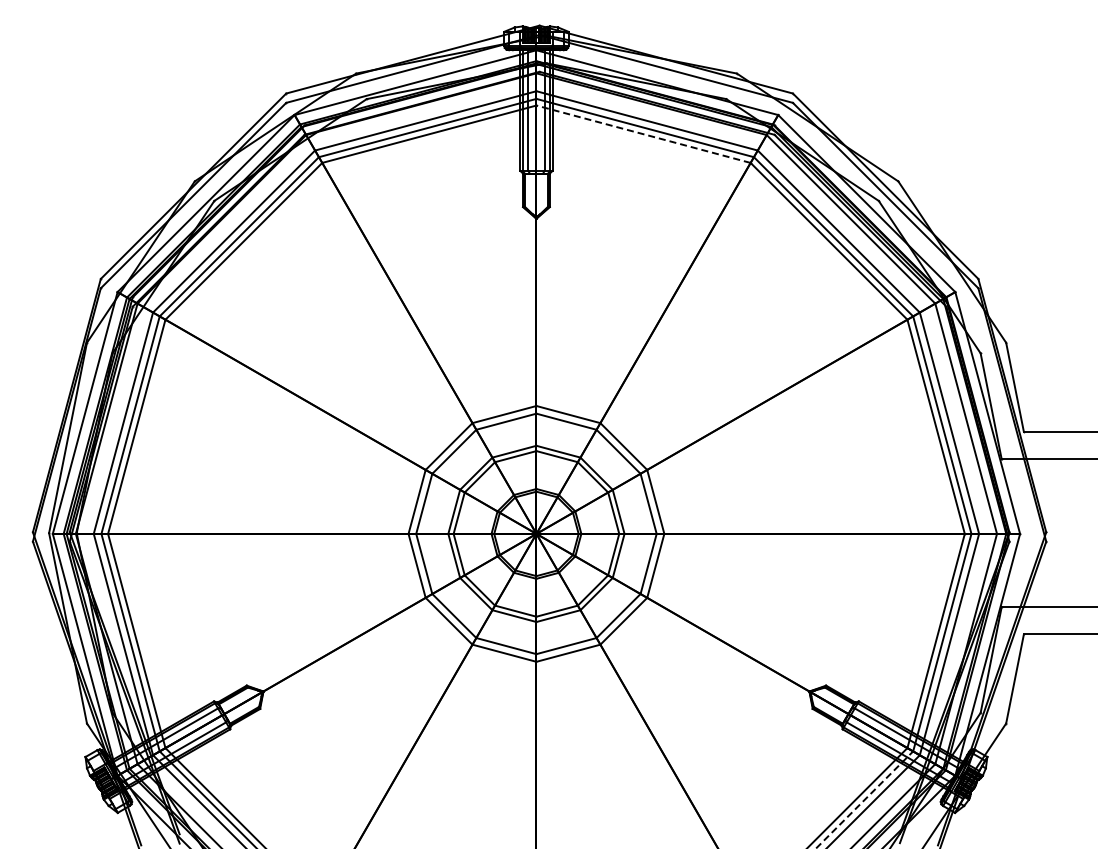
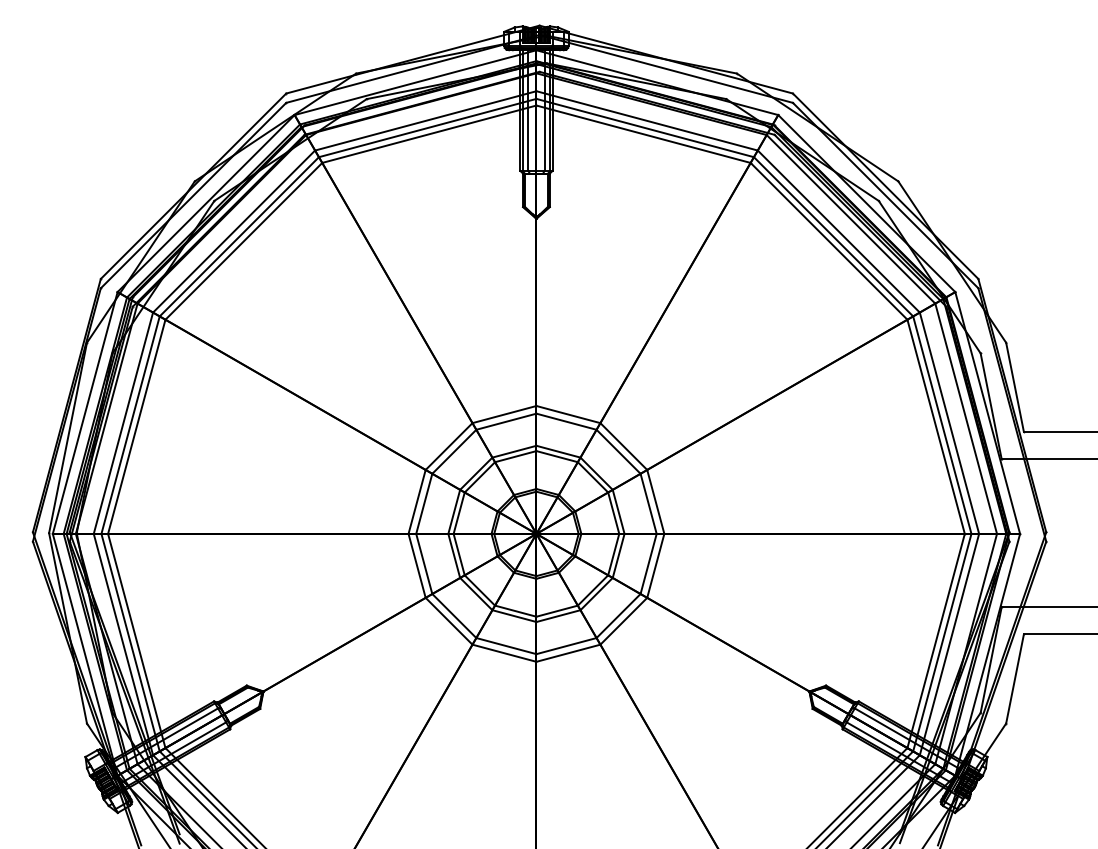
line at (643, 134): dashed -> solid
line at (864, 800): dashed -> solid
